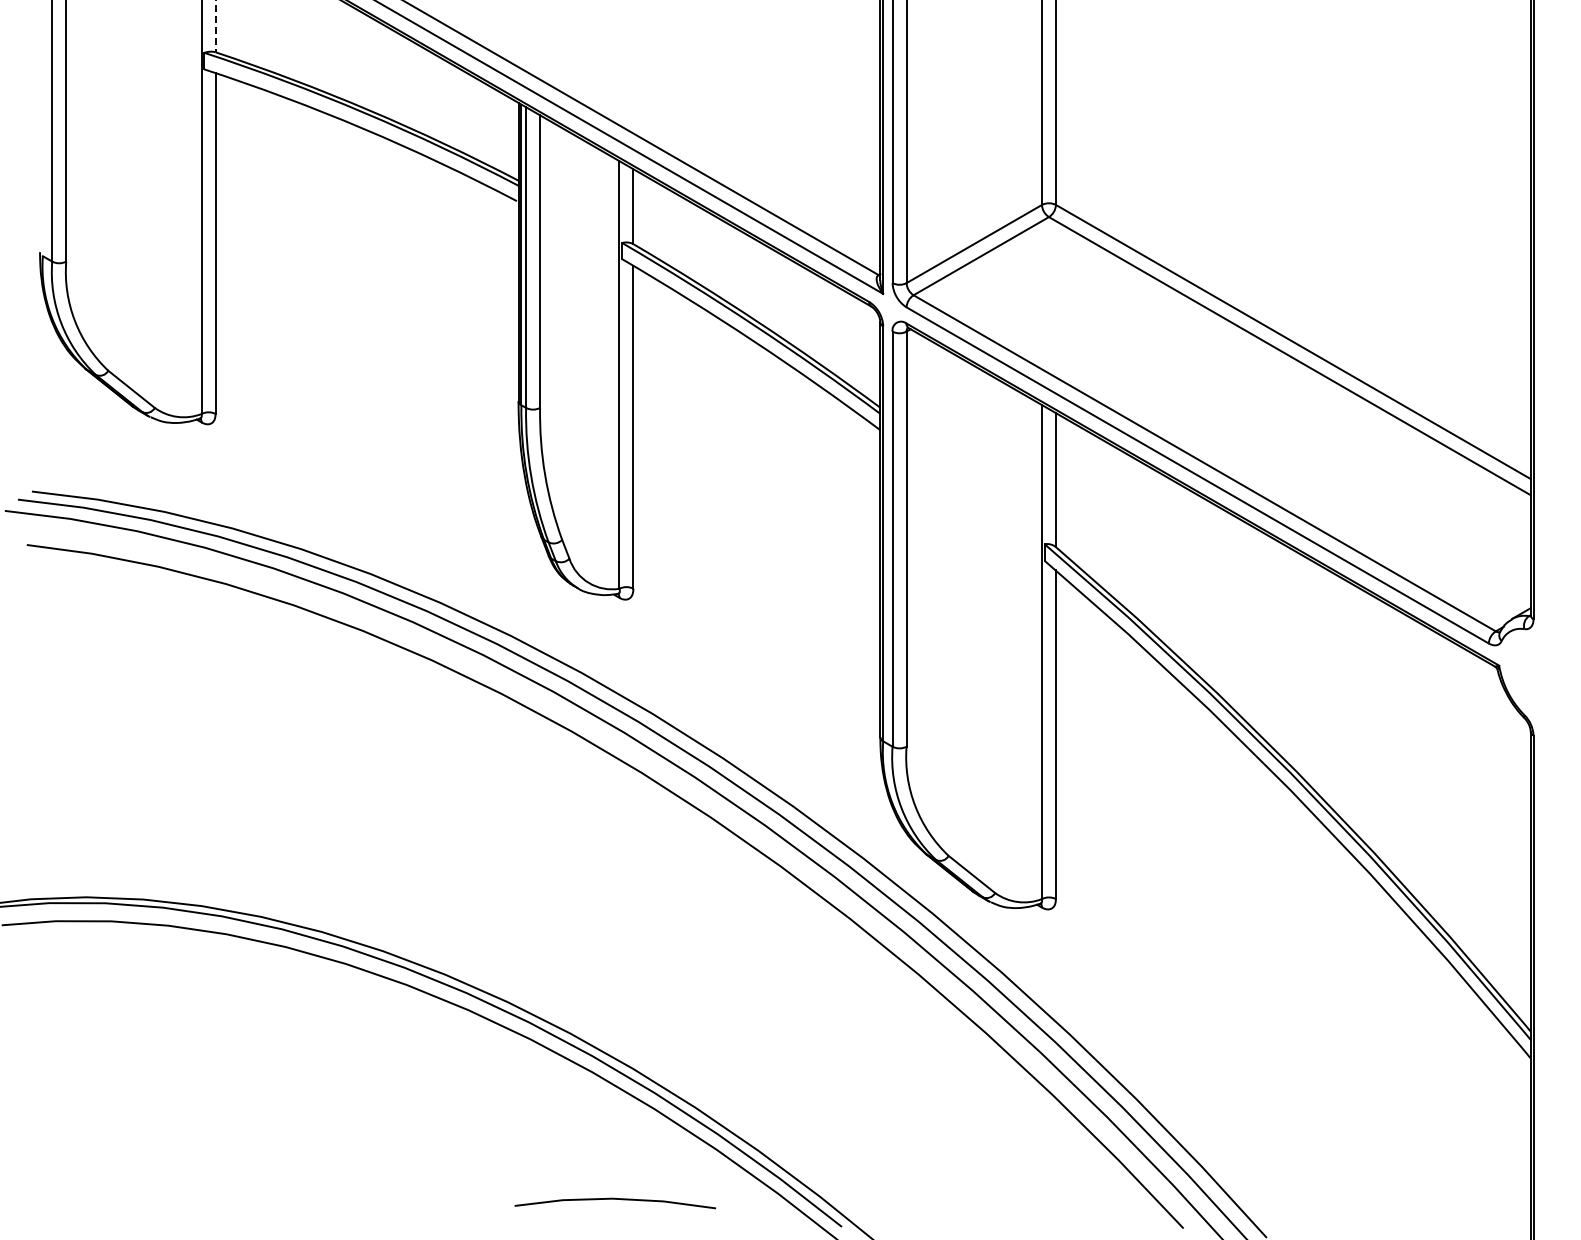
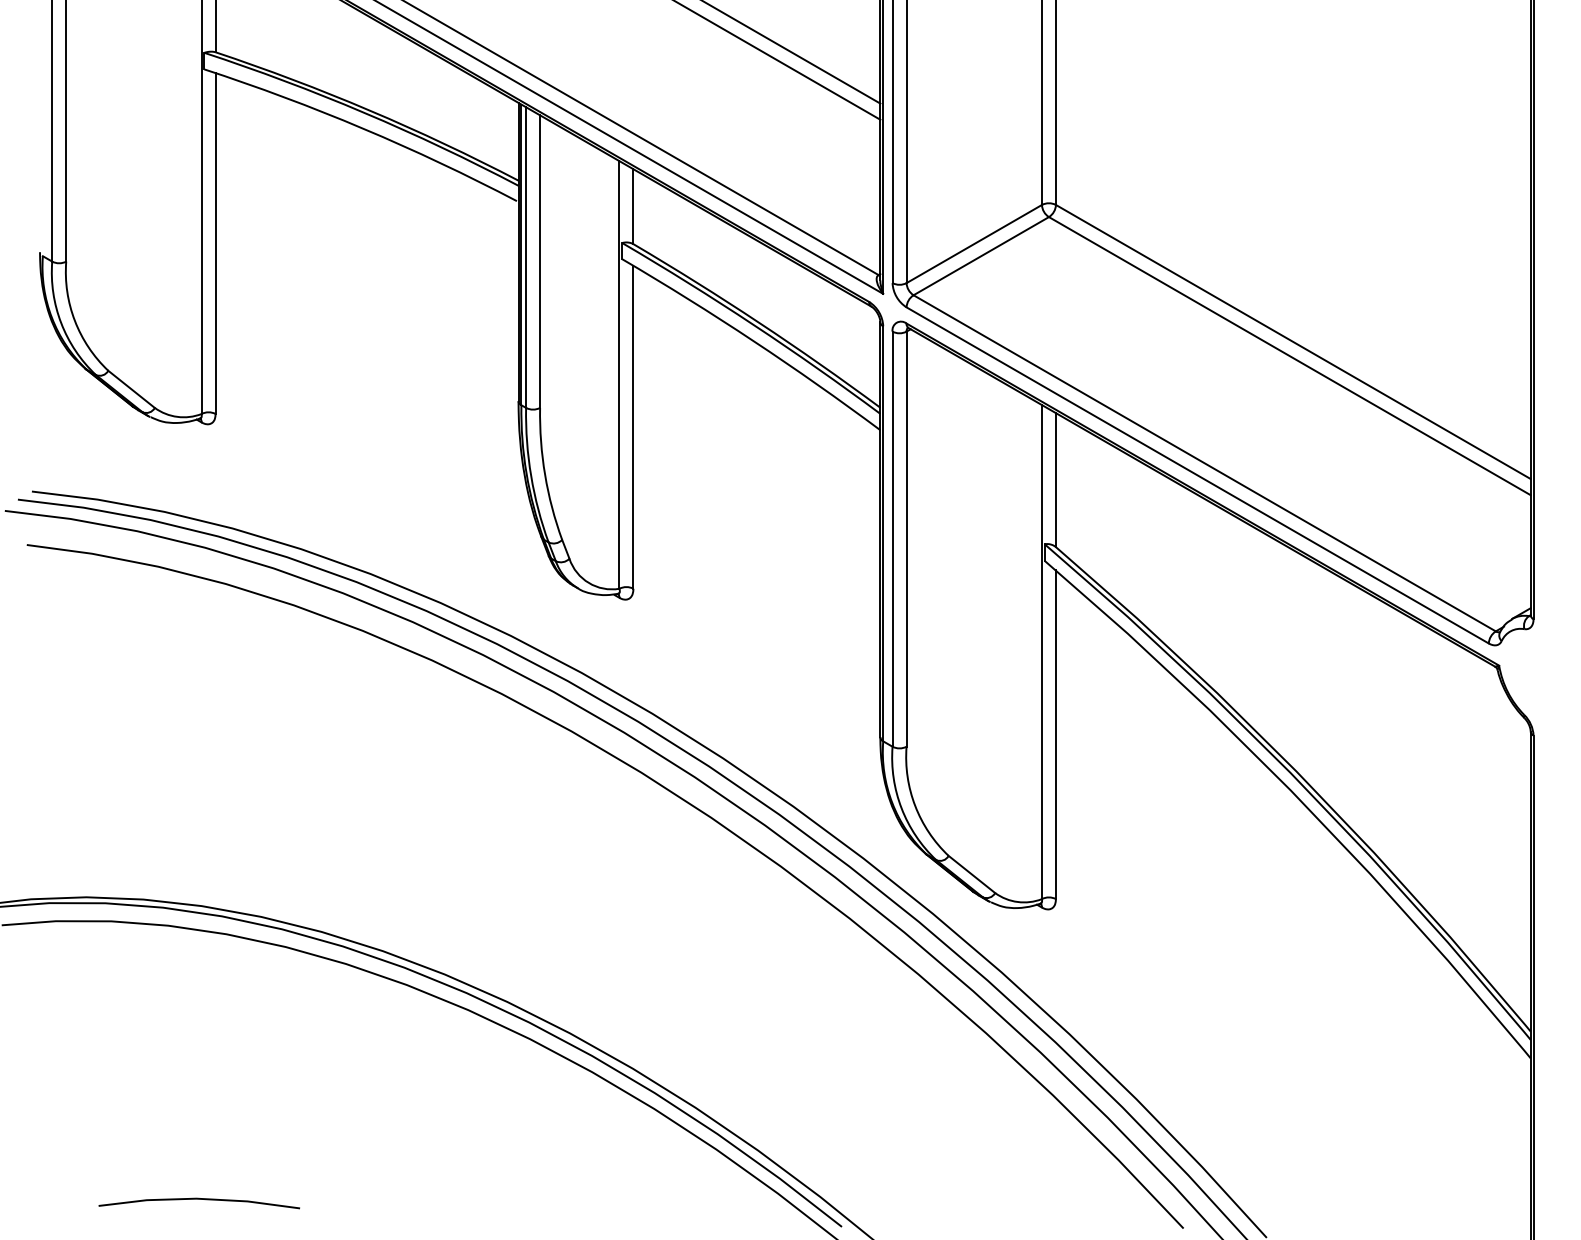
line at (215, 26): dashed -> solid
line at (792, 52): none -> present
line at (778, 60): none -> present
line at (614, 1199) position: (614, 1199) -> (198, 1199)
